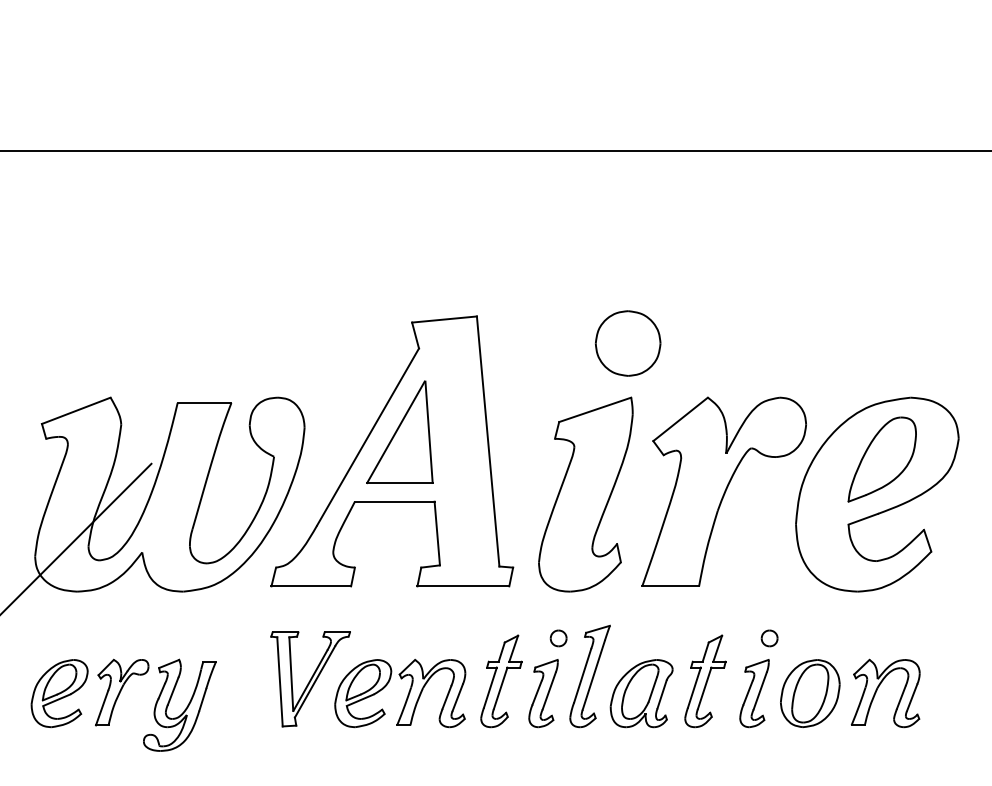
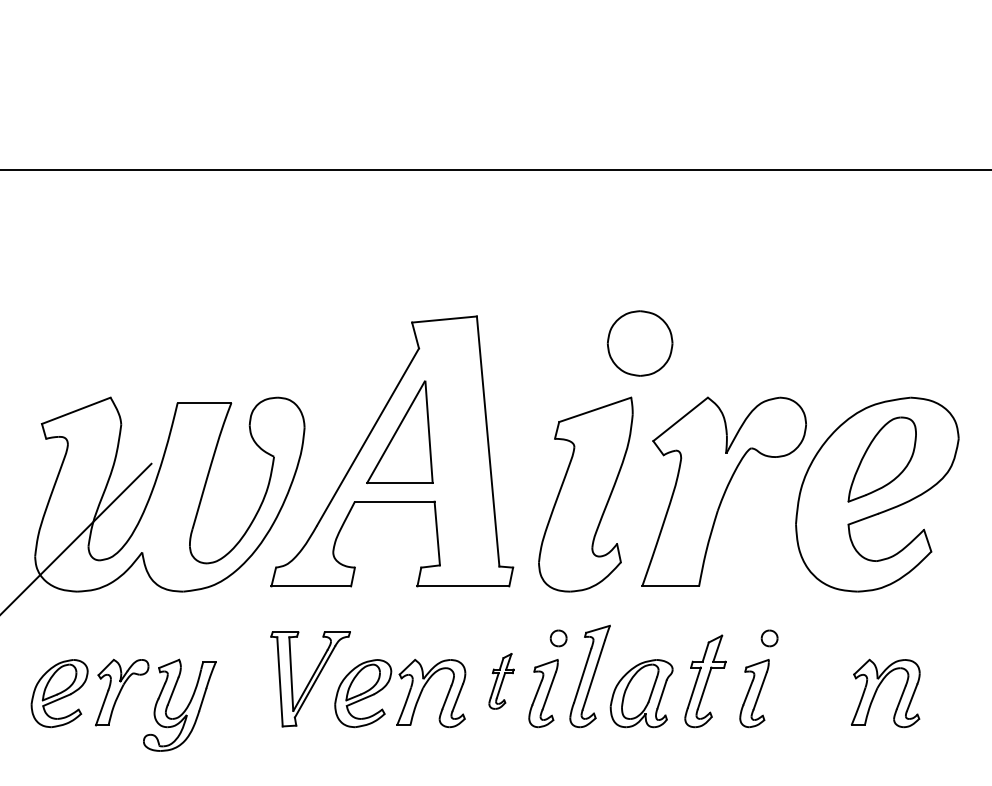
line at (495, 150) position: (495, 150) -> (495, 169)
part at (627, 343) position: (627, 343) -> (639, 343)
part at (501, 681) size: 43x95 px -> 27x57 px
part at (810, 693): present -> none
